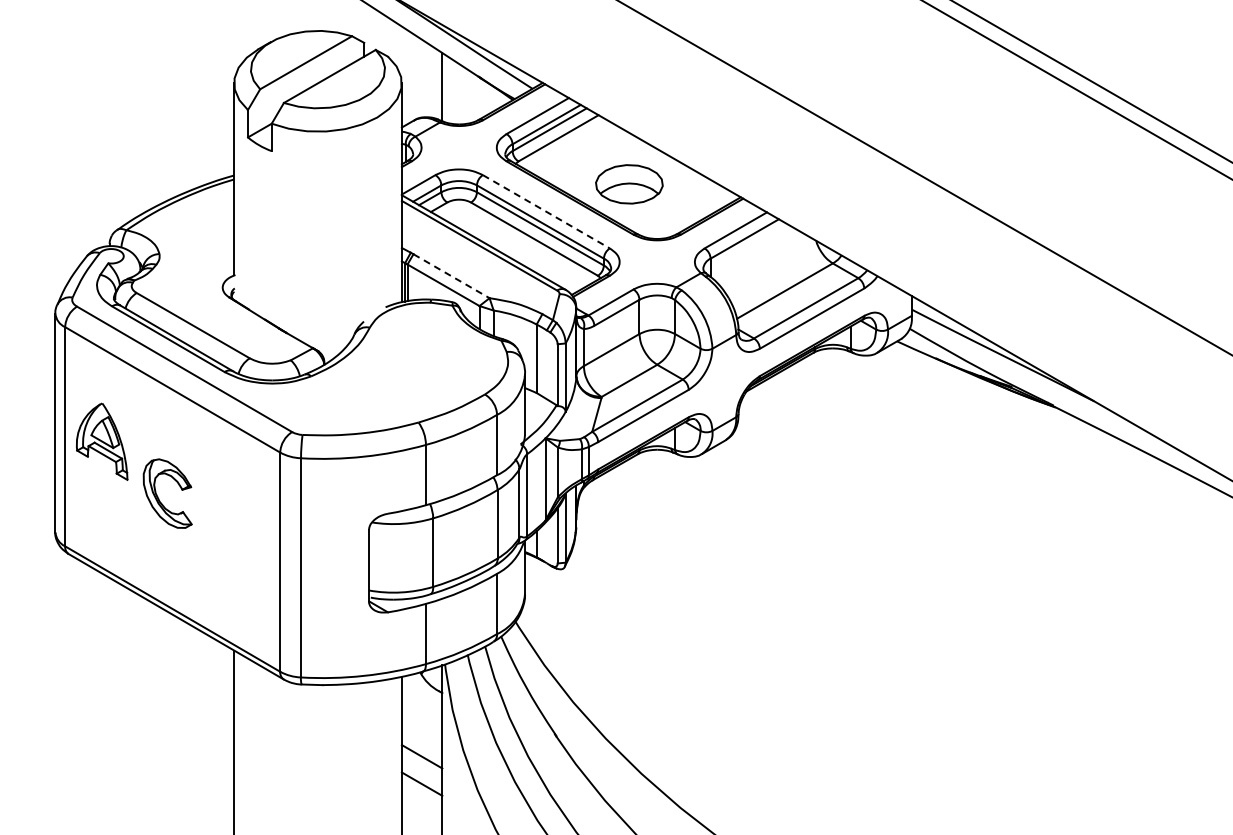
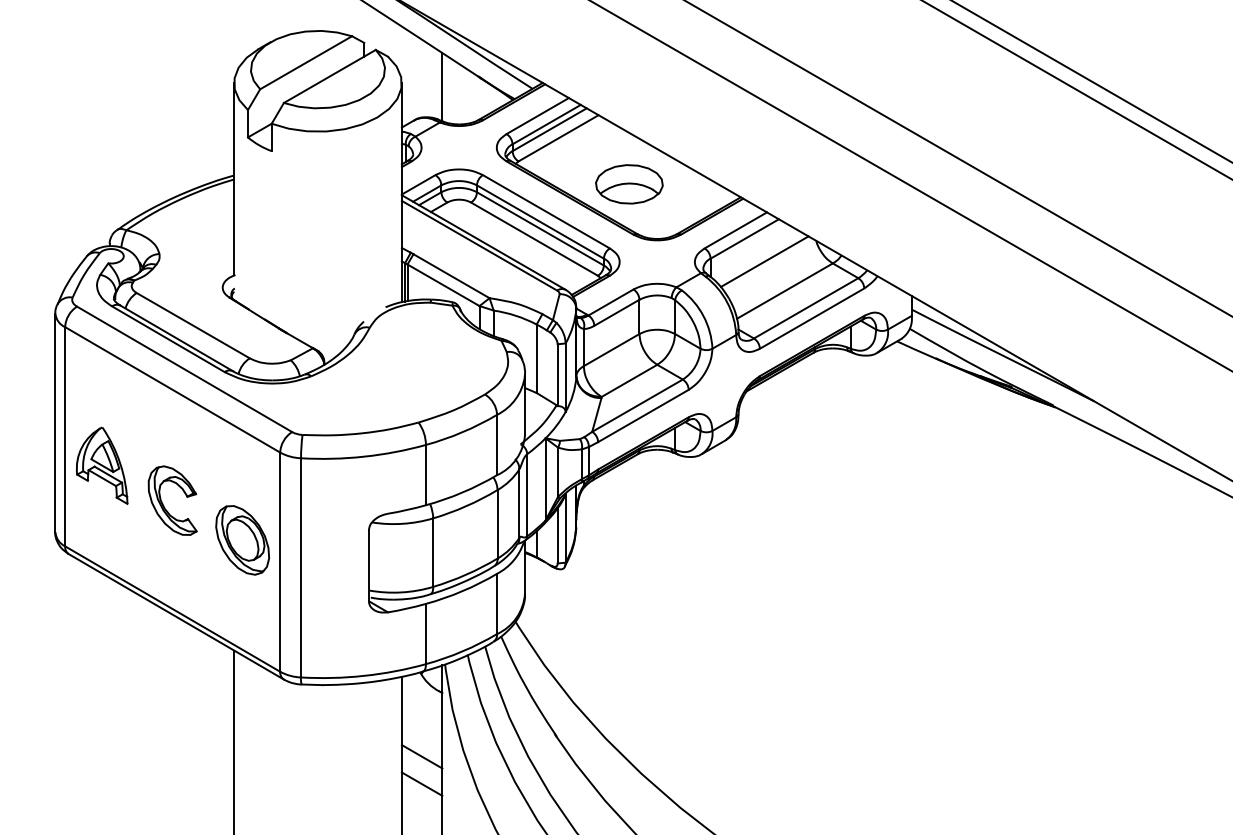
line at (958, 158): none -> present
line at (924, 177) position: (924, 177) -> (910, 185)
line at (546, 212): dashed -> solid
line at (764, 261): none -> present
line at (451, 276): dashed -> solid
part at (102, 441) position: (102, 441) -> (102, 465)
part at (159, 498) position: (159, 498) -> (164, 505)
part at (242, 540): none -> present
